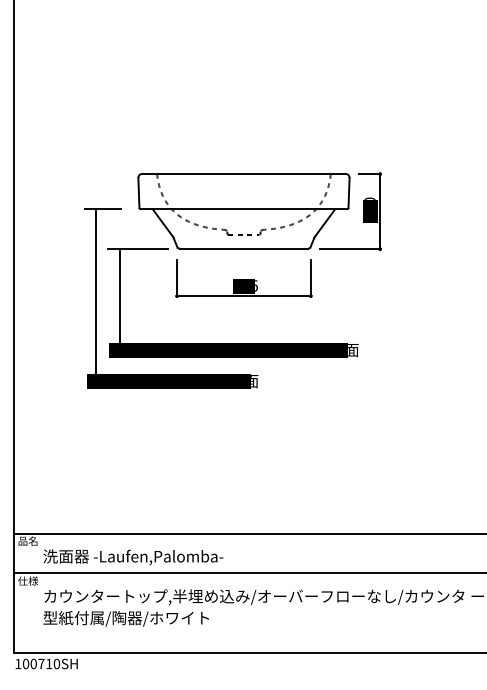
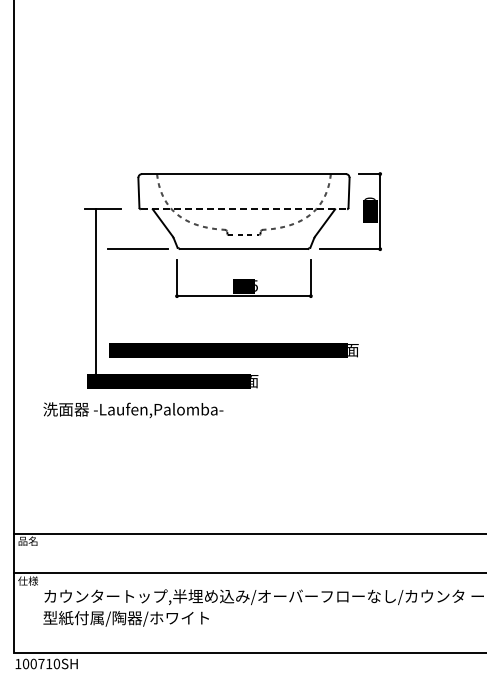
line at (244, 209): solid -> dashed
line at (119, 296): present -> none
text at (133, 556) position: (133, 556) -> (133, 409)
